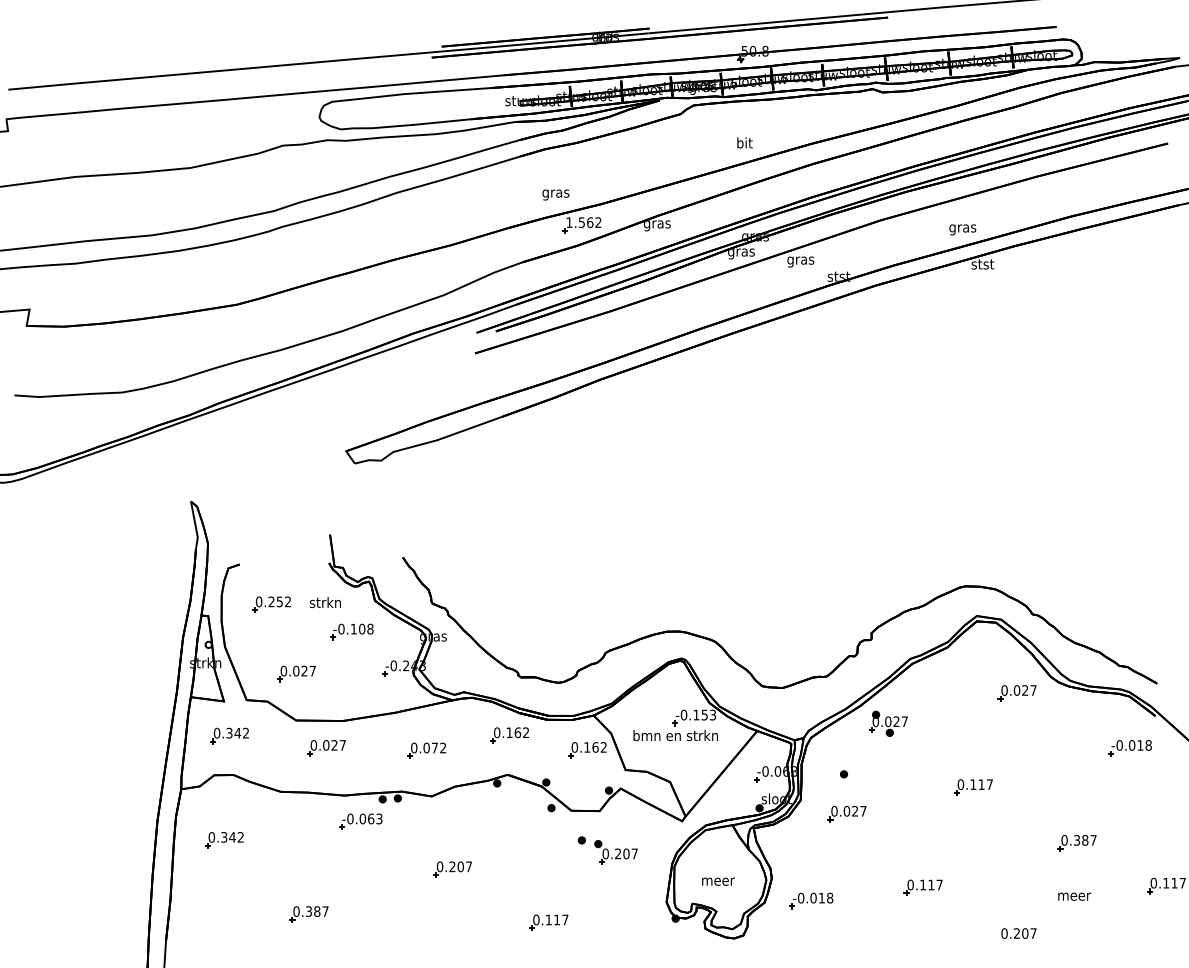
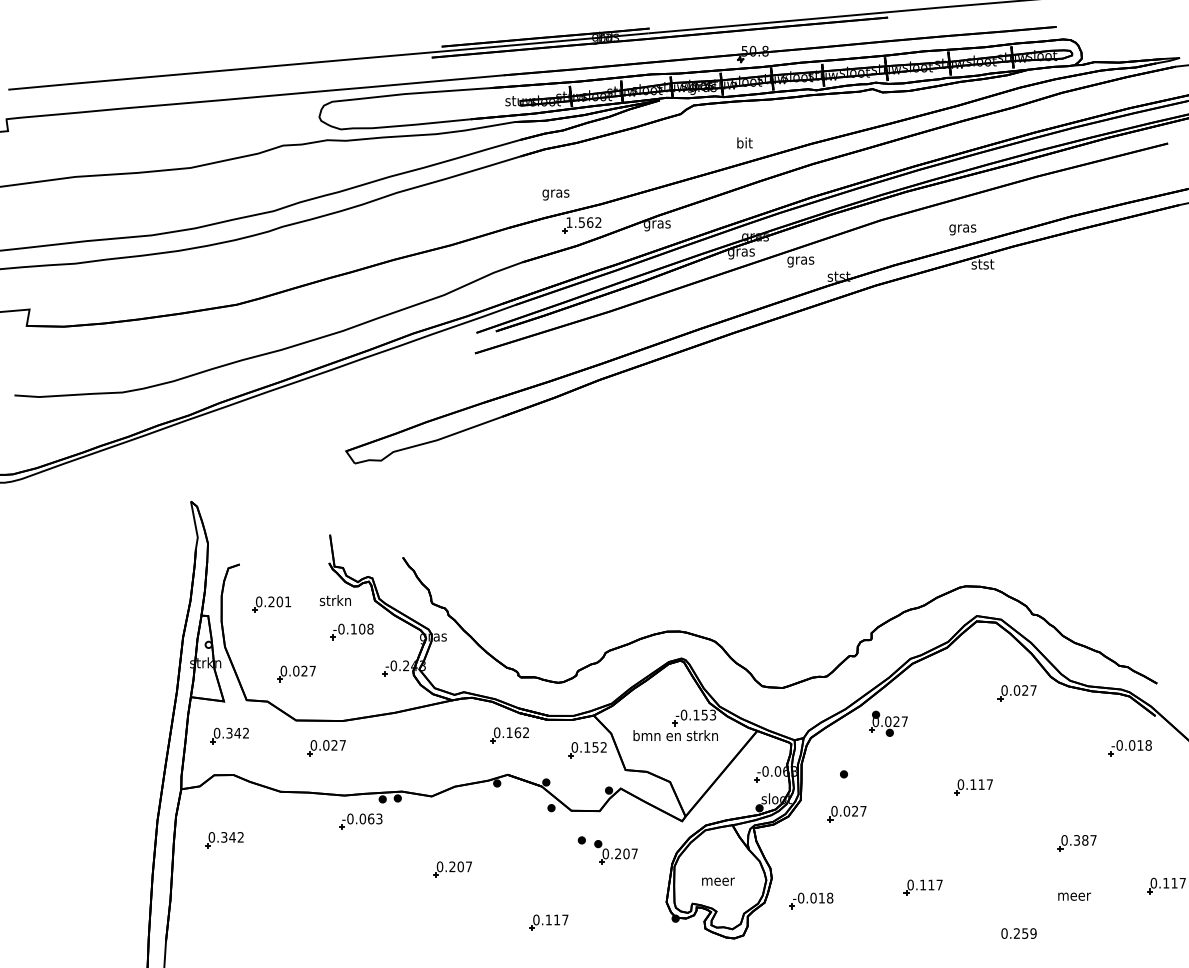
text at (283, 601): 0.252 -> 0.201
text at (325, 602) position: (325, 602) -> (335, 600)
text at (595, 747): 0.162 -> 0.152
part at (426, 750): present -> none
part at (308, 914): present -> none
text at (1029, 933): 0.207 -> 0.259
